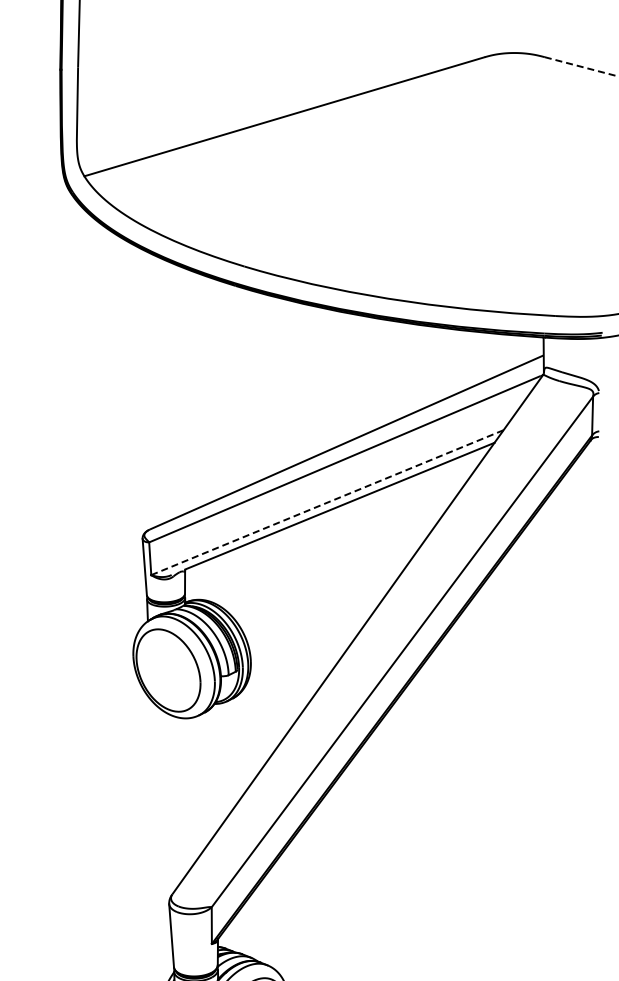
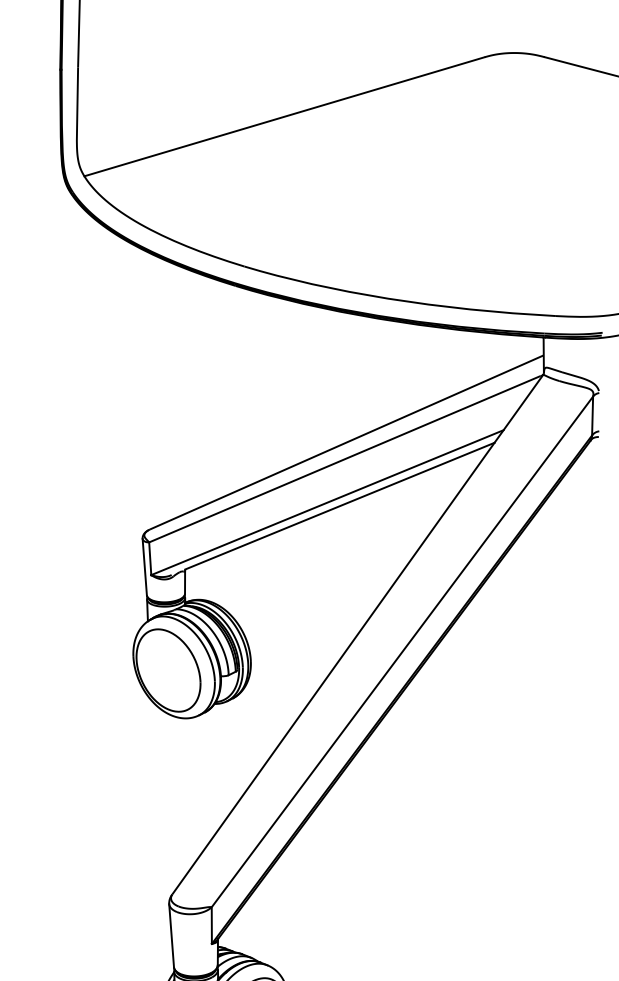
line at (581, 66): dashed -> solid
line at (327, 502): dashed -> solid
